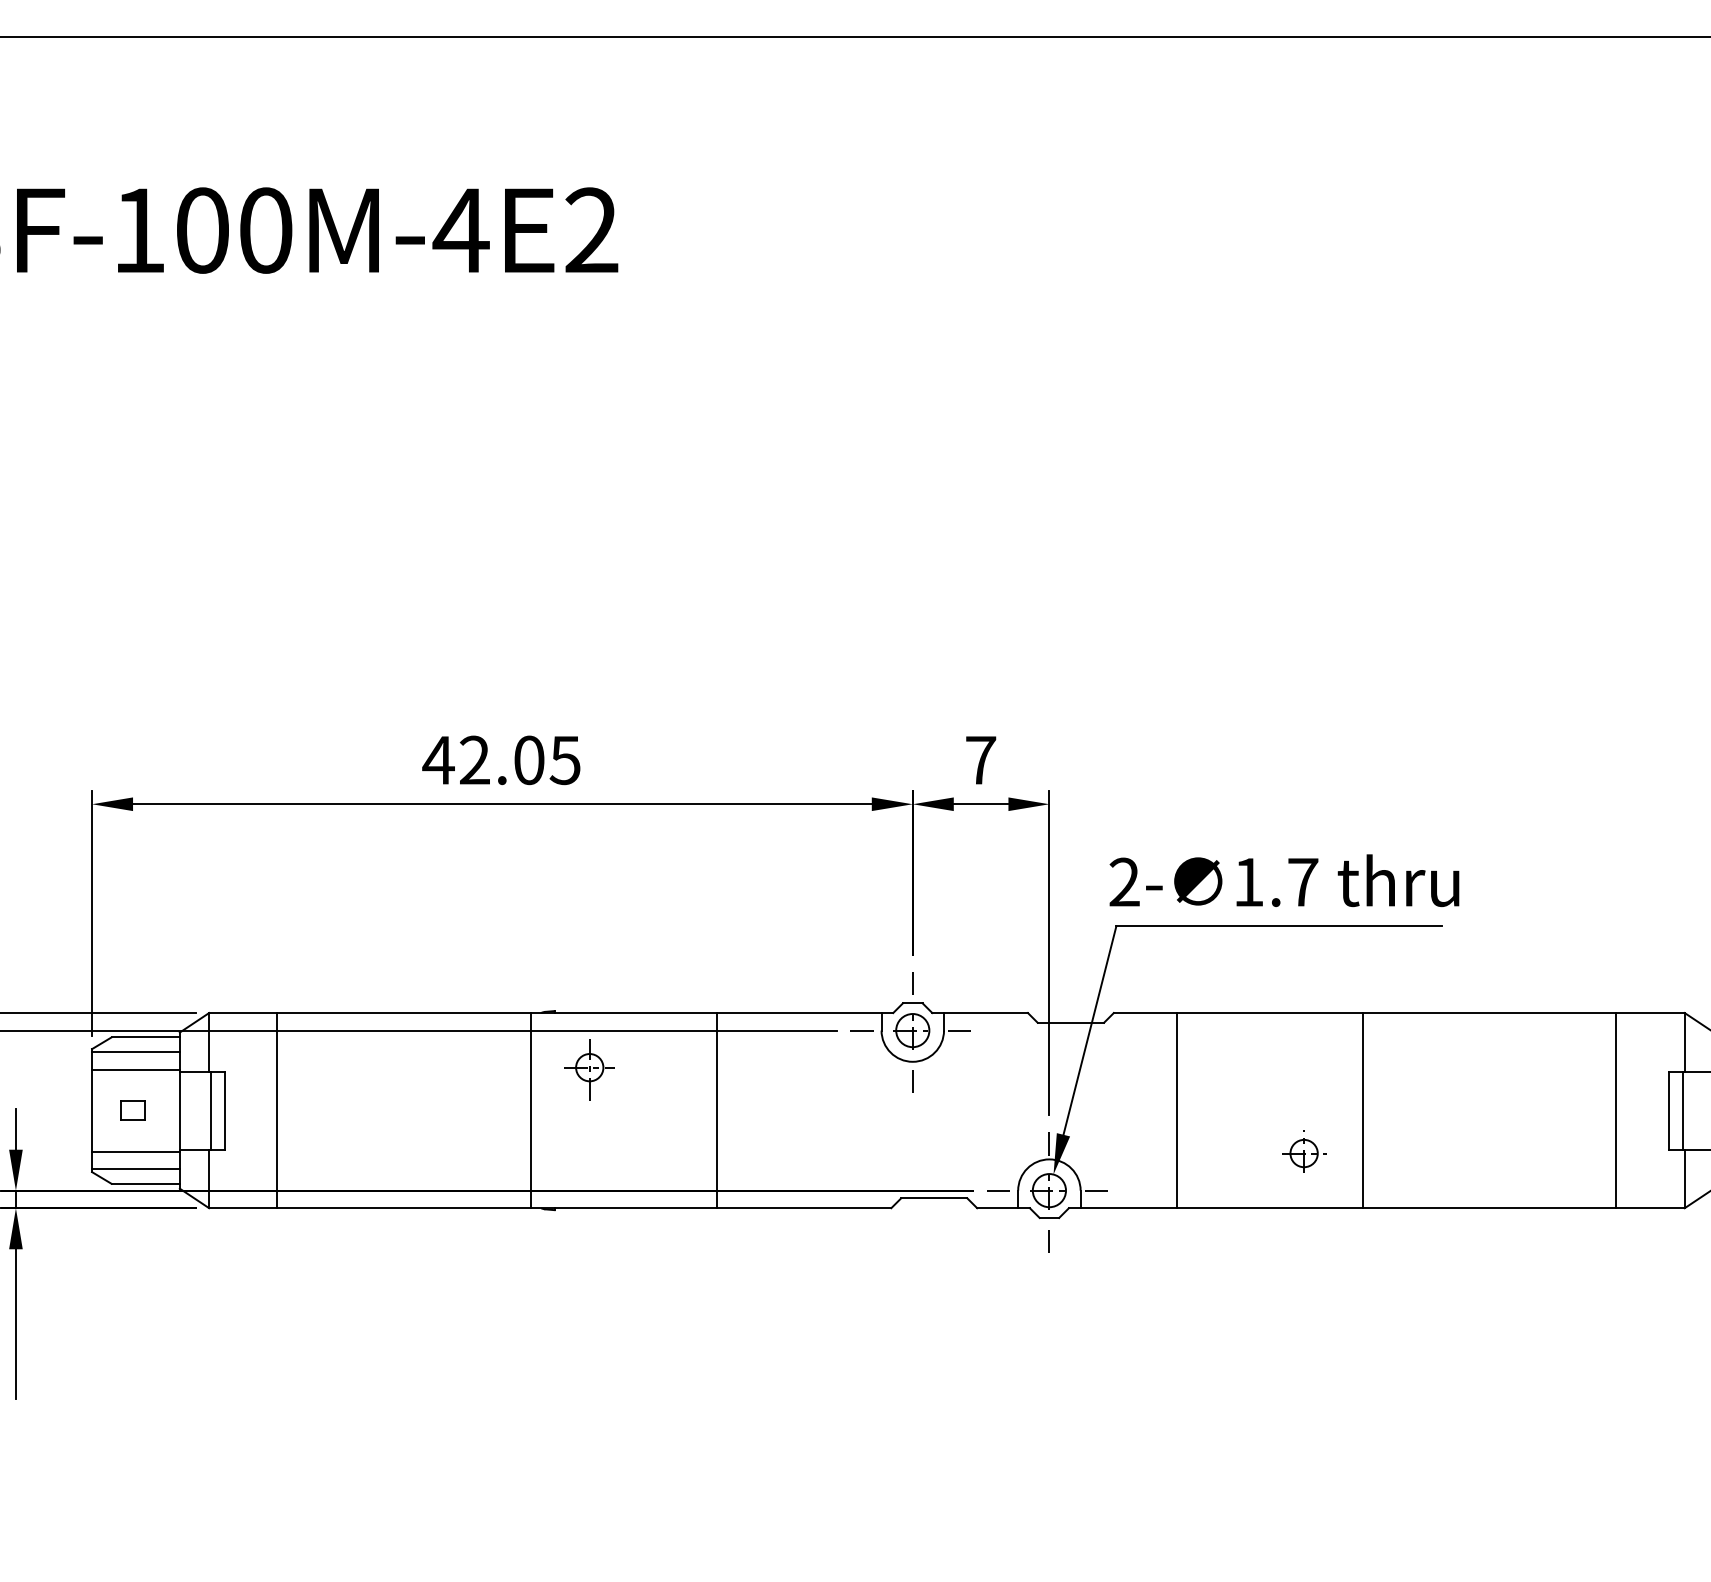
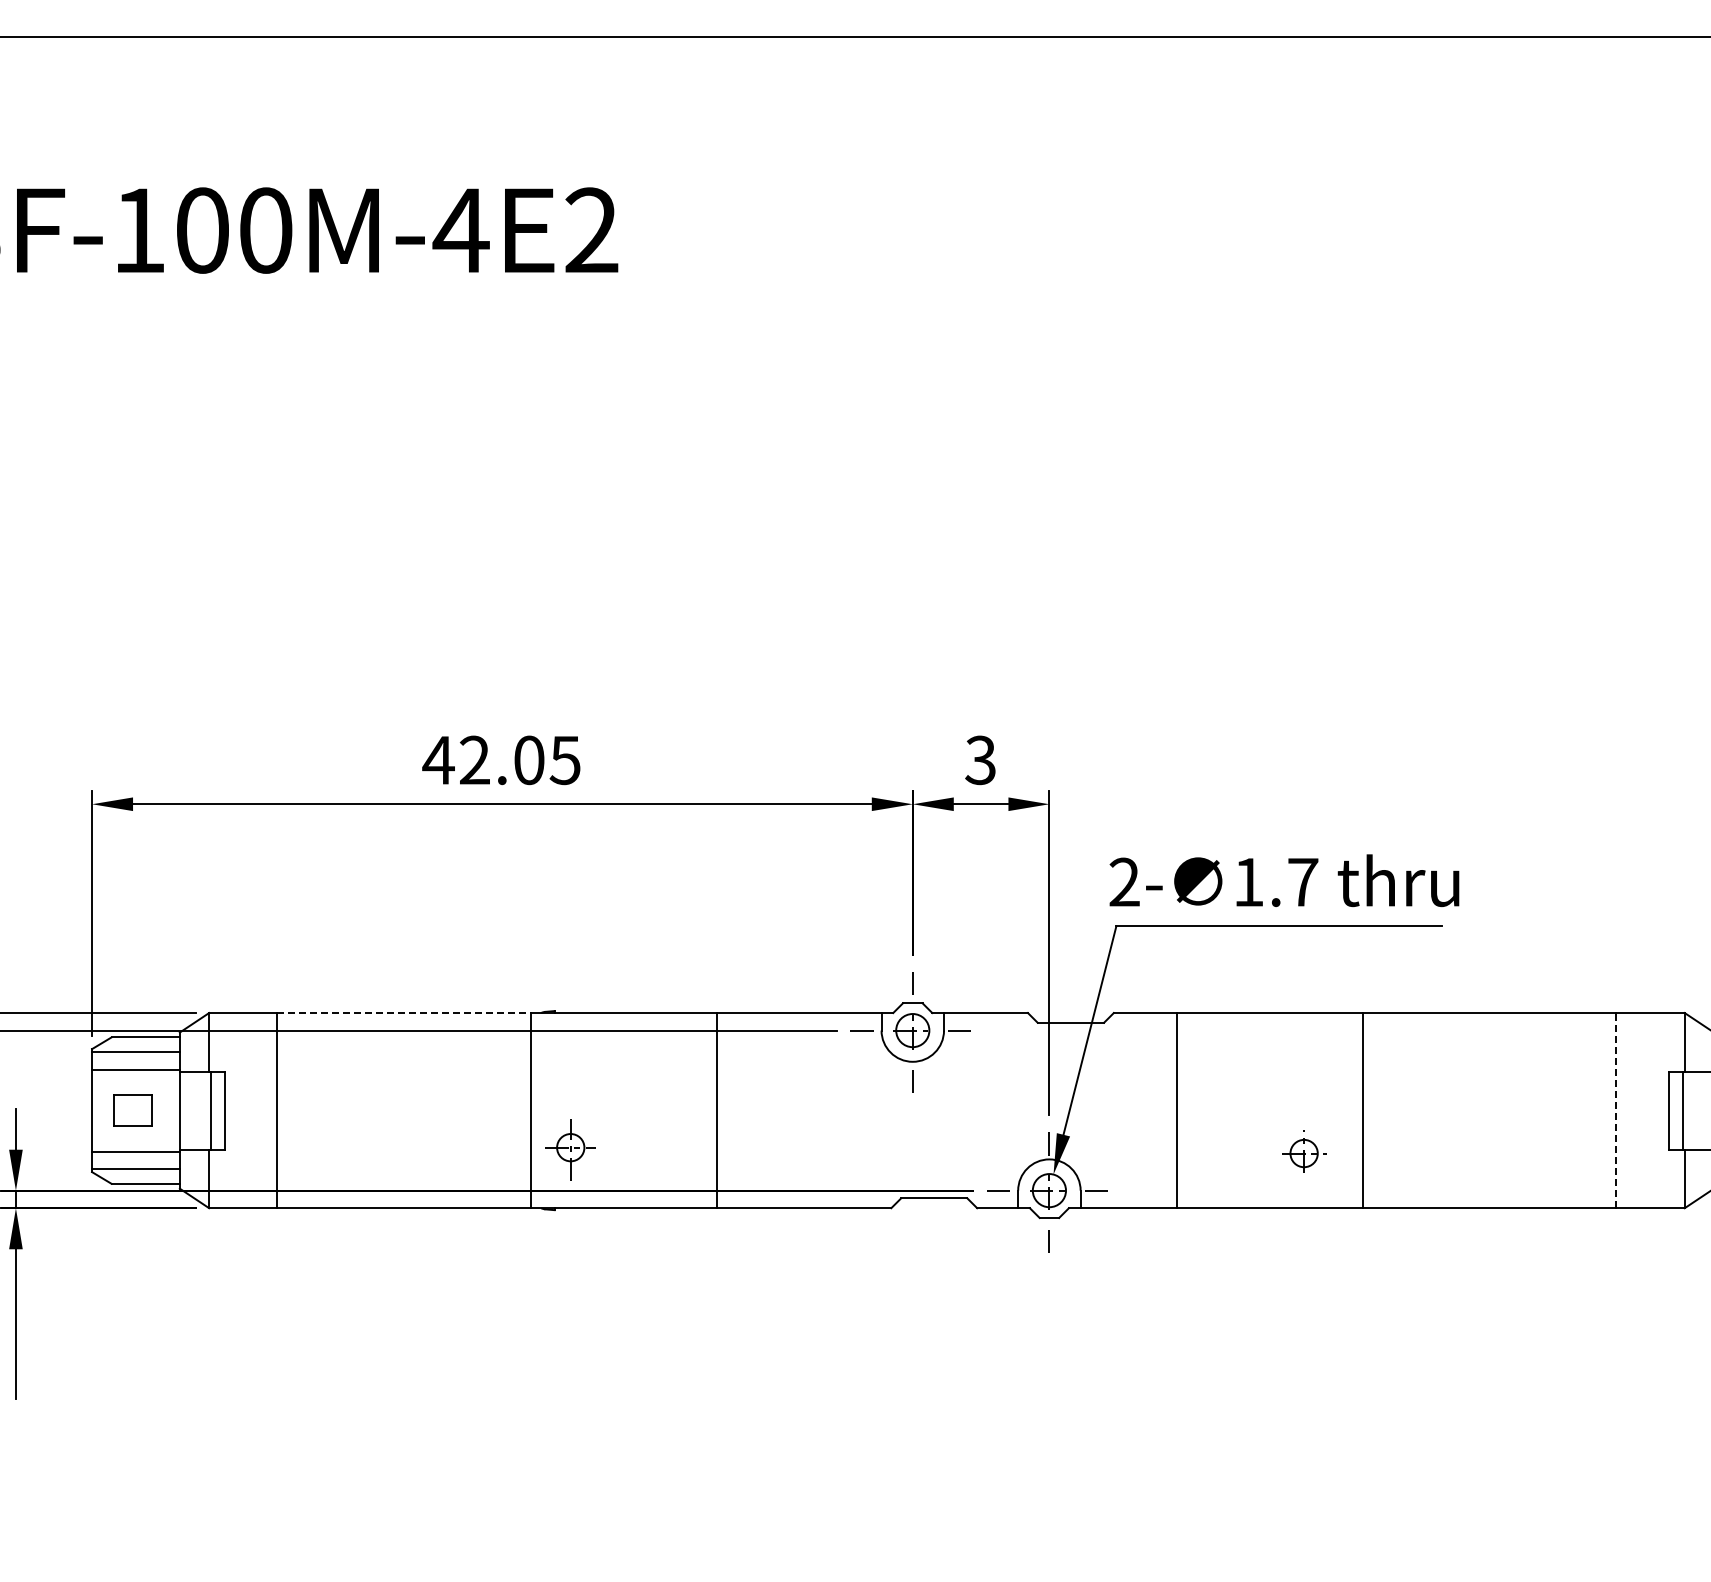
text at (980, 760): 7 -> 3
line at (404, 1013): solid -> dashed
part at (589, 1069) position: (589, 1069) -> (570, 1149)
part at (132, 1110) size: 26x21 px -> 40x33 px
line at (1616, 1110): solid -> dashed
